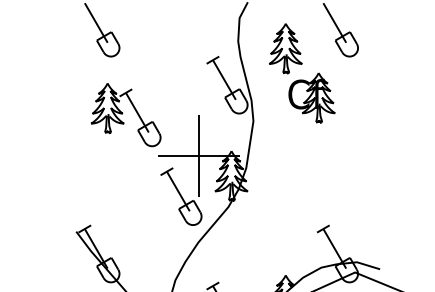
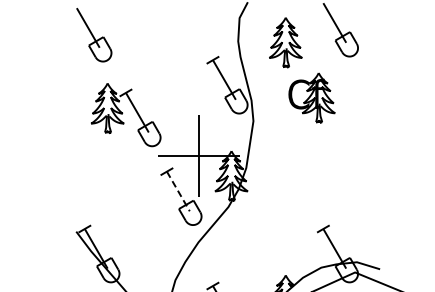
part at (102, 30) position: (102, 30) -> (94, 35)
part at (285, 48) position: (285, 48) -> (285, 42)
line at (178, 191): solid -> dashed
